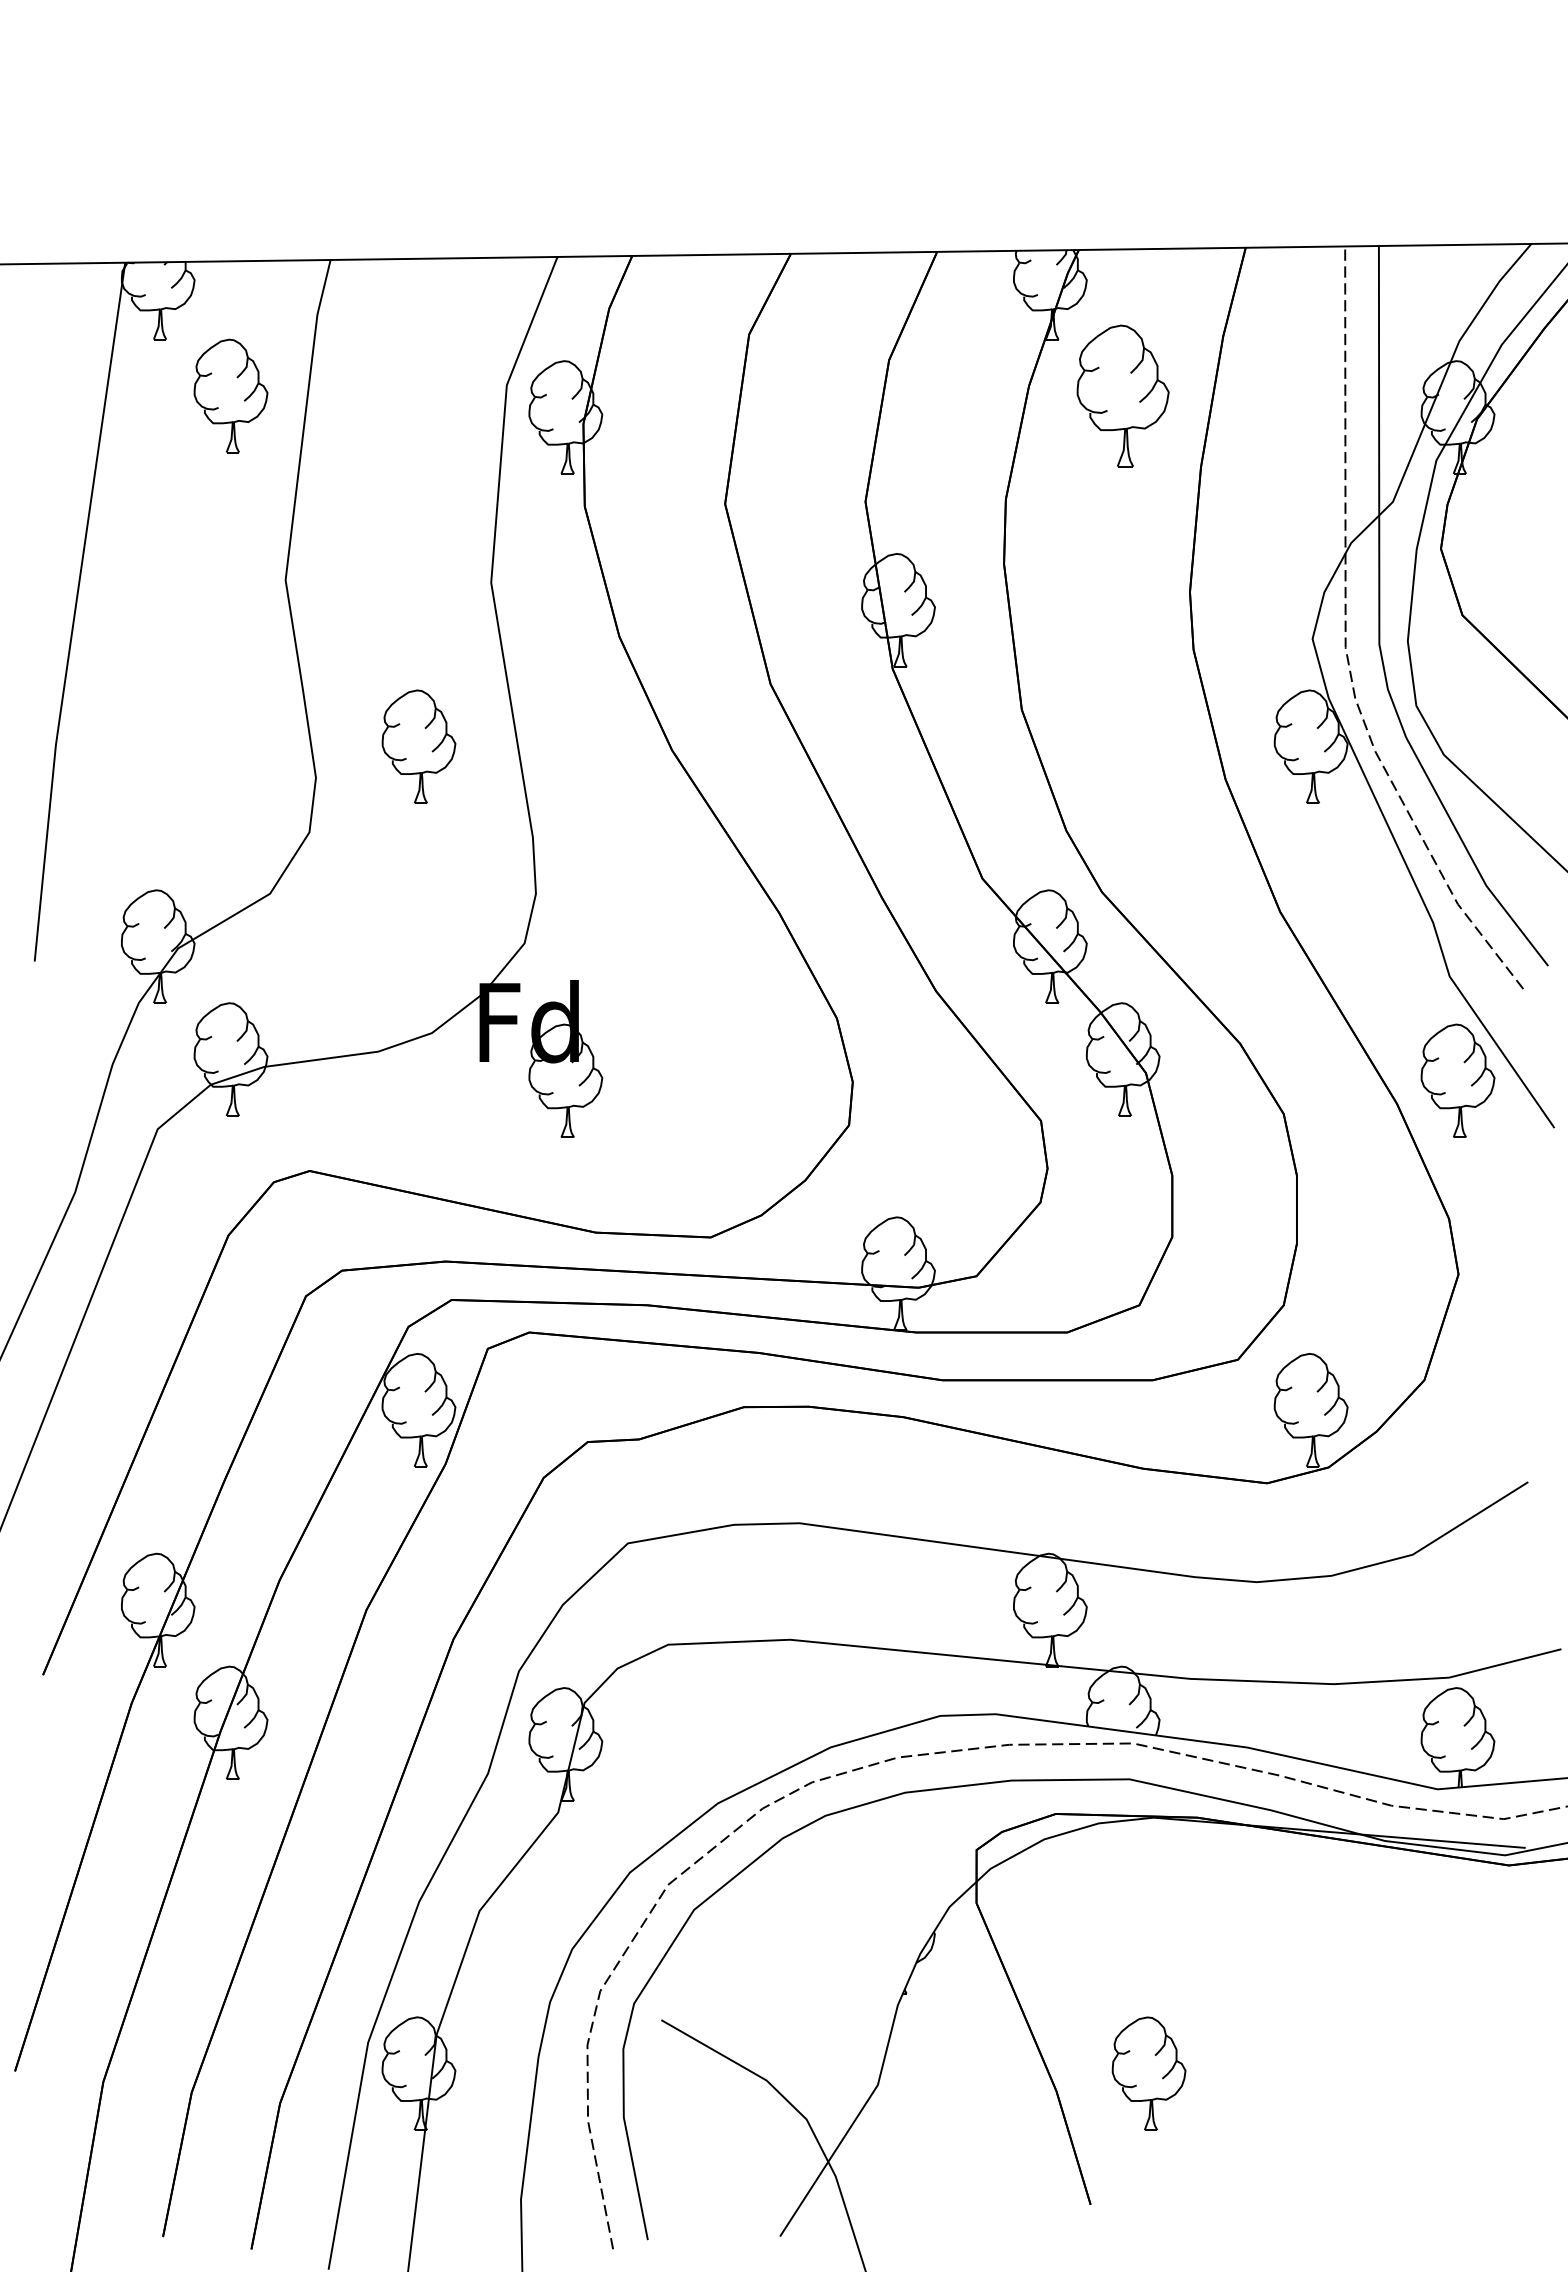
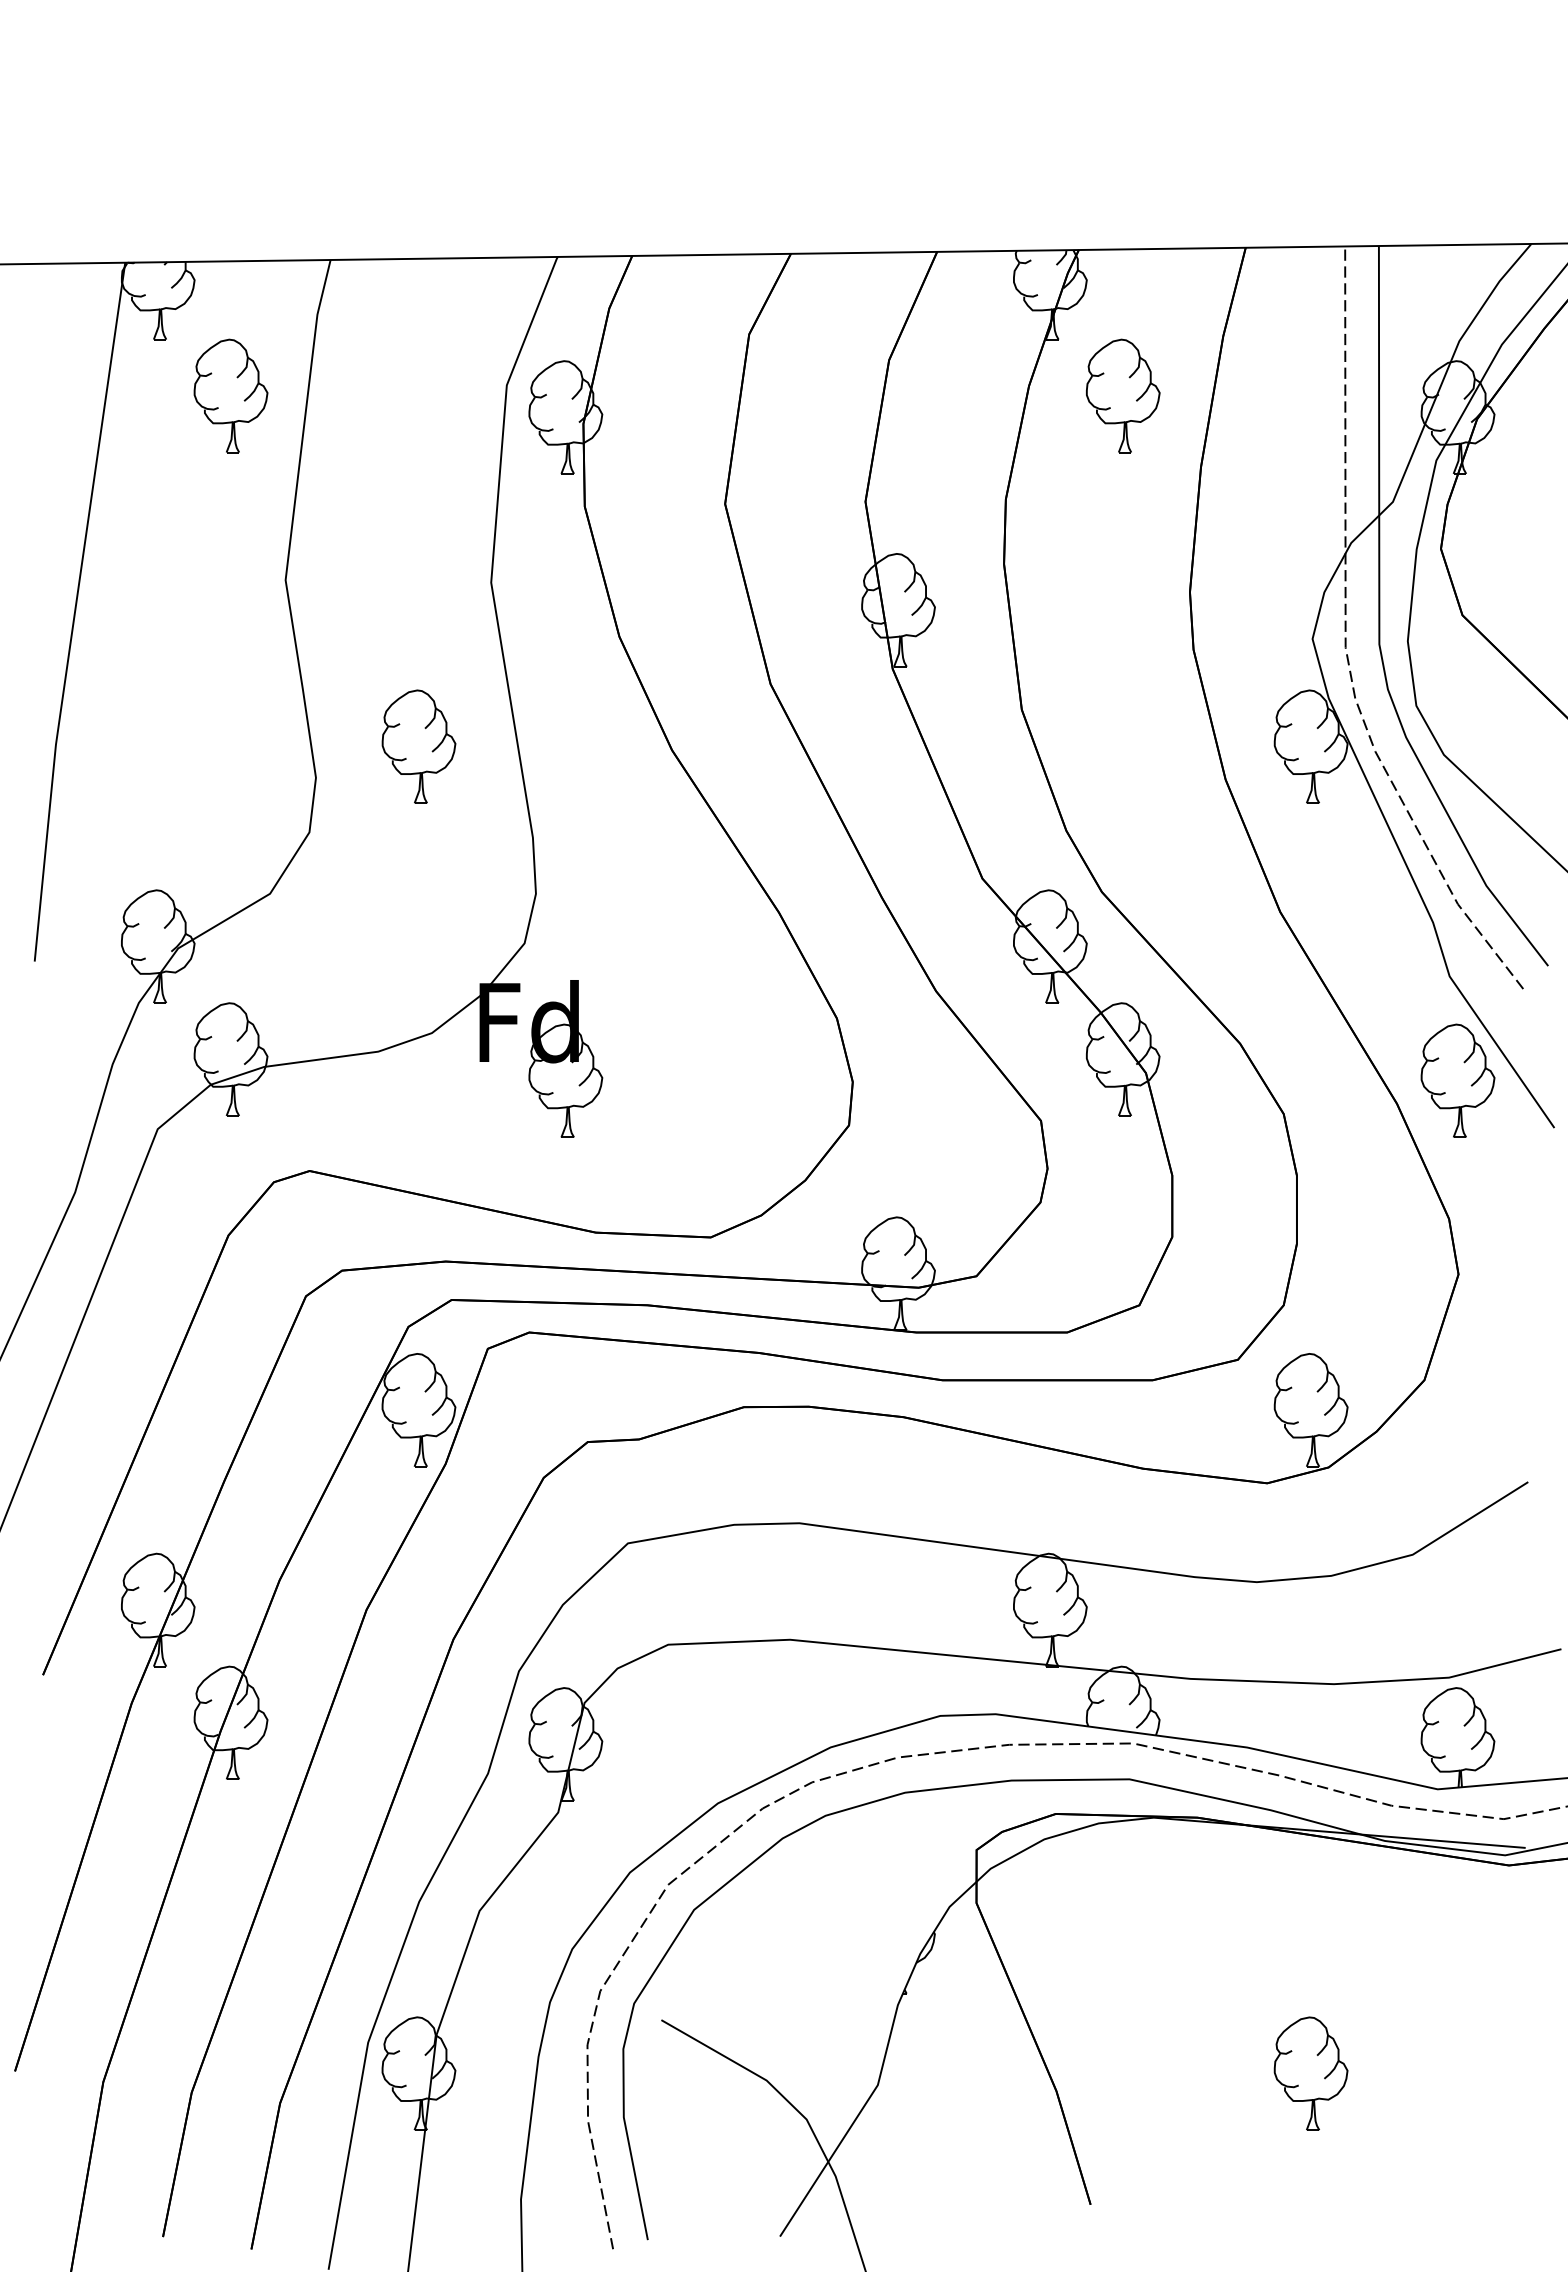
part at (1122, 395) size: 94x144 px -> 75x116 px
part at (1148, 2073) position: (1148, 2073) -> (1310, 2073)
